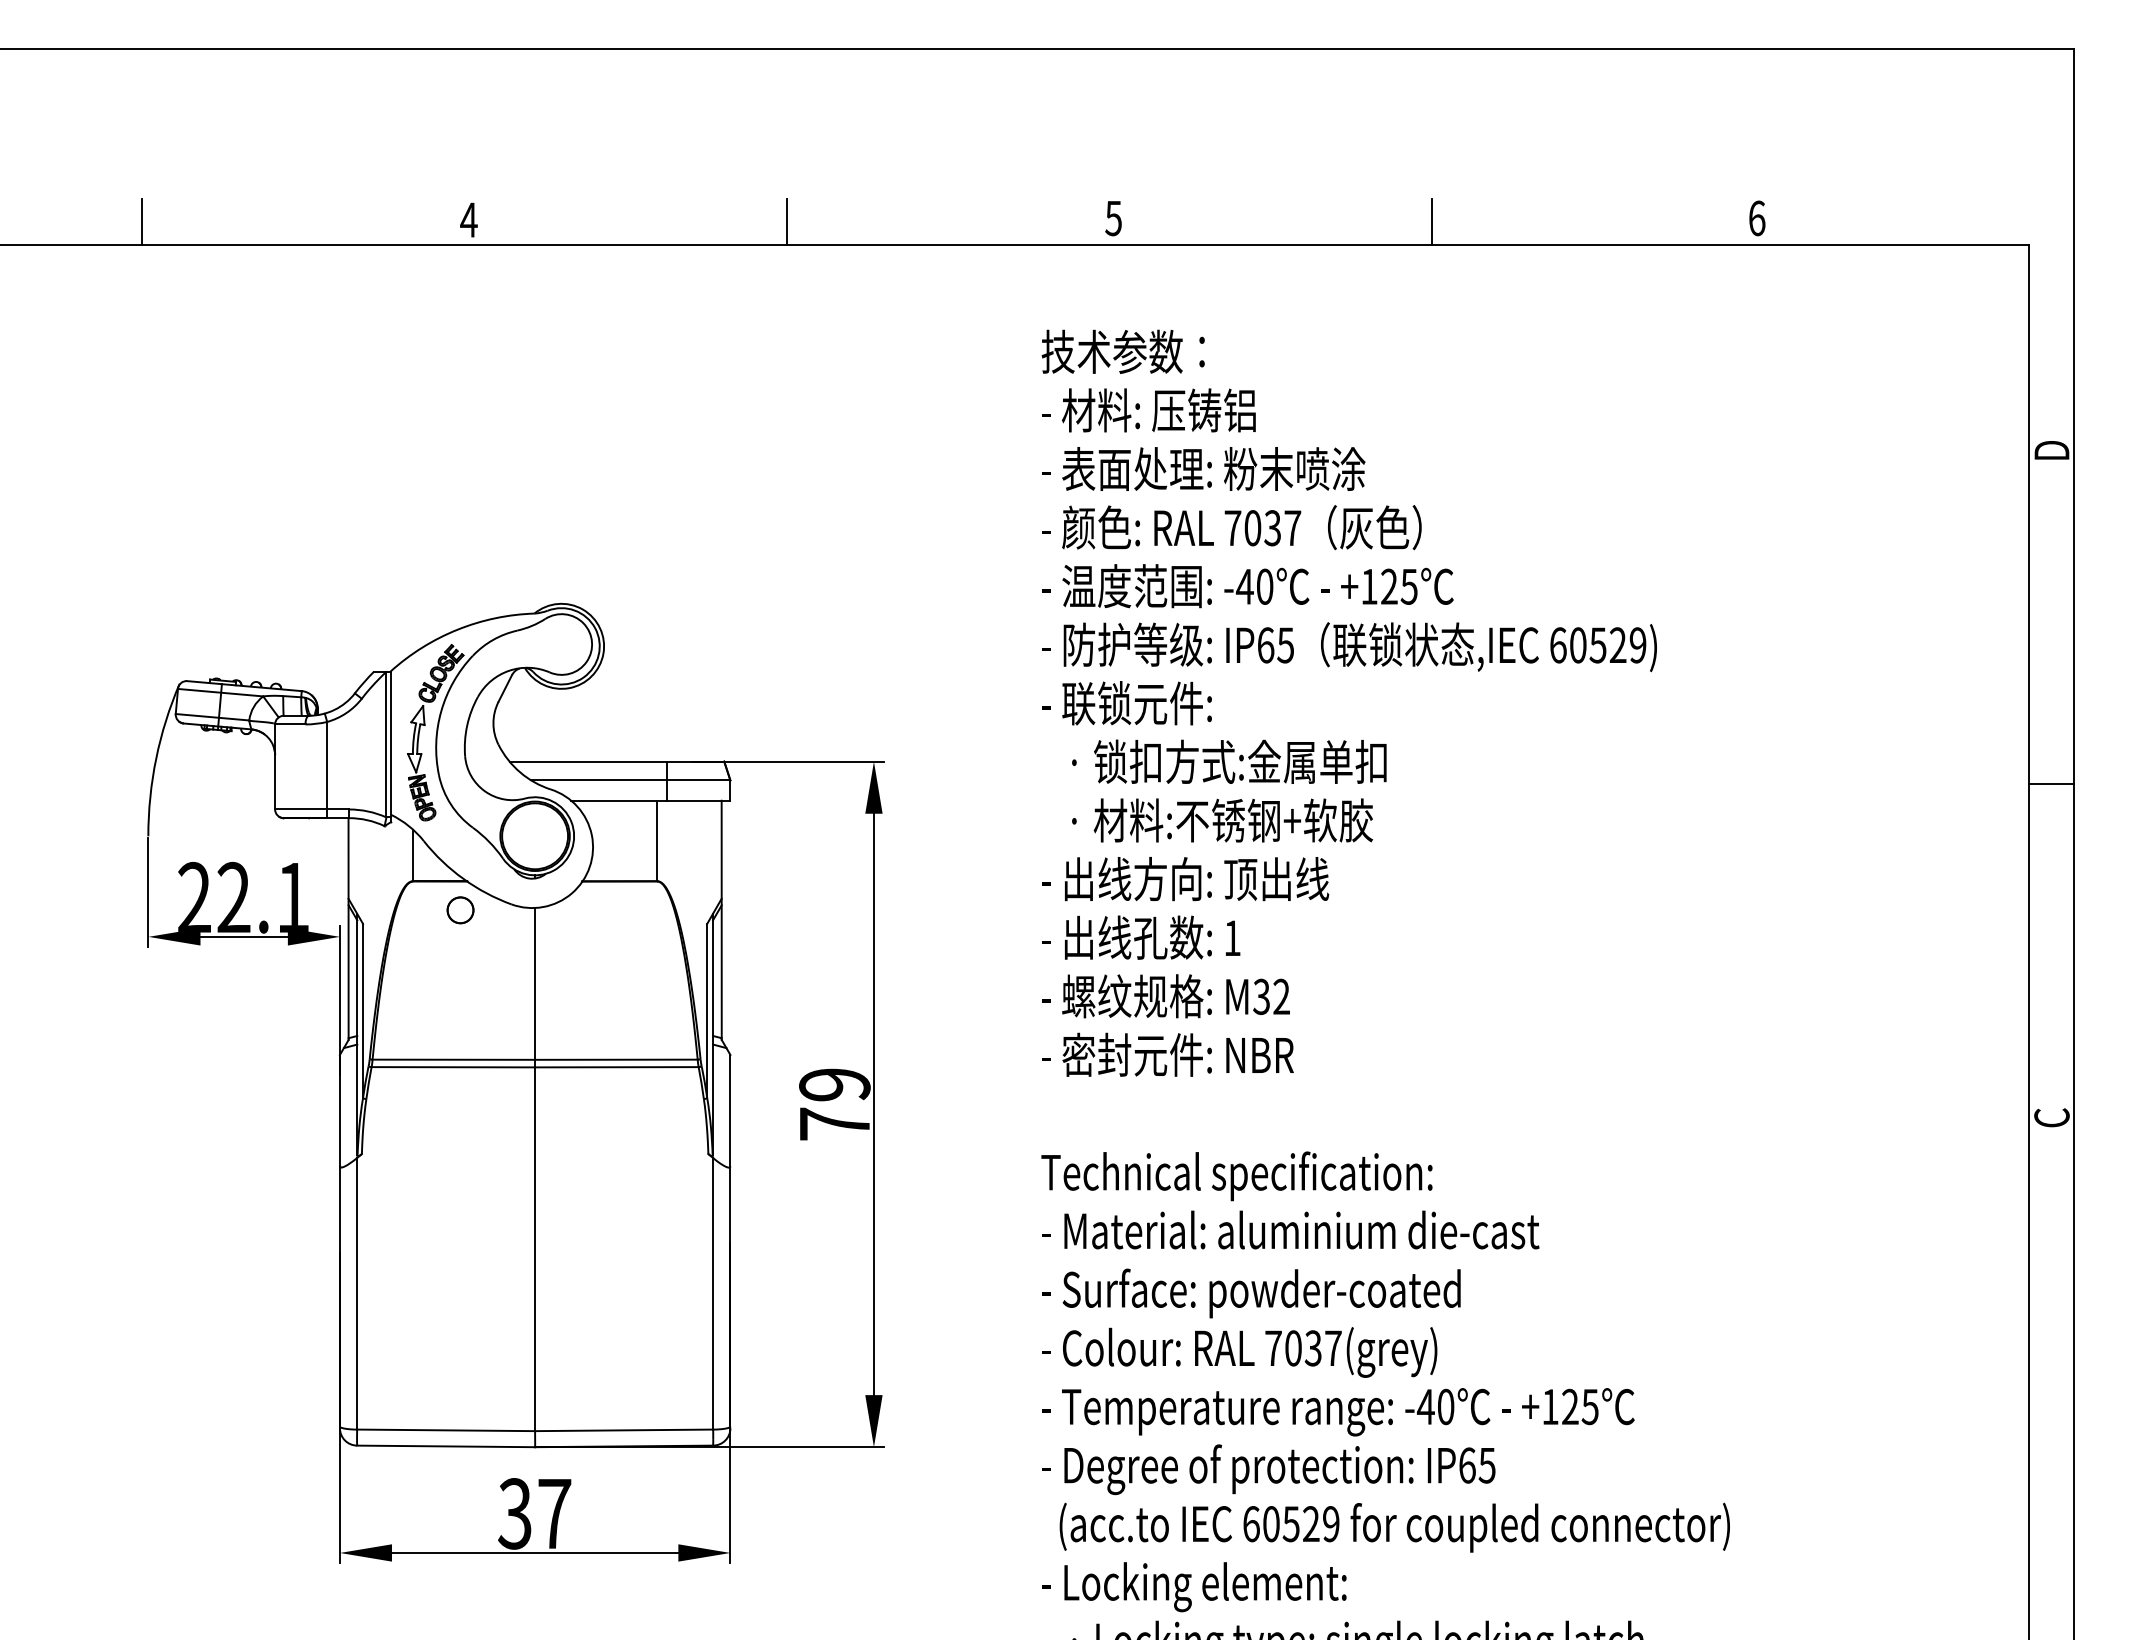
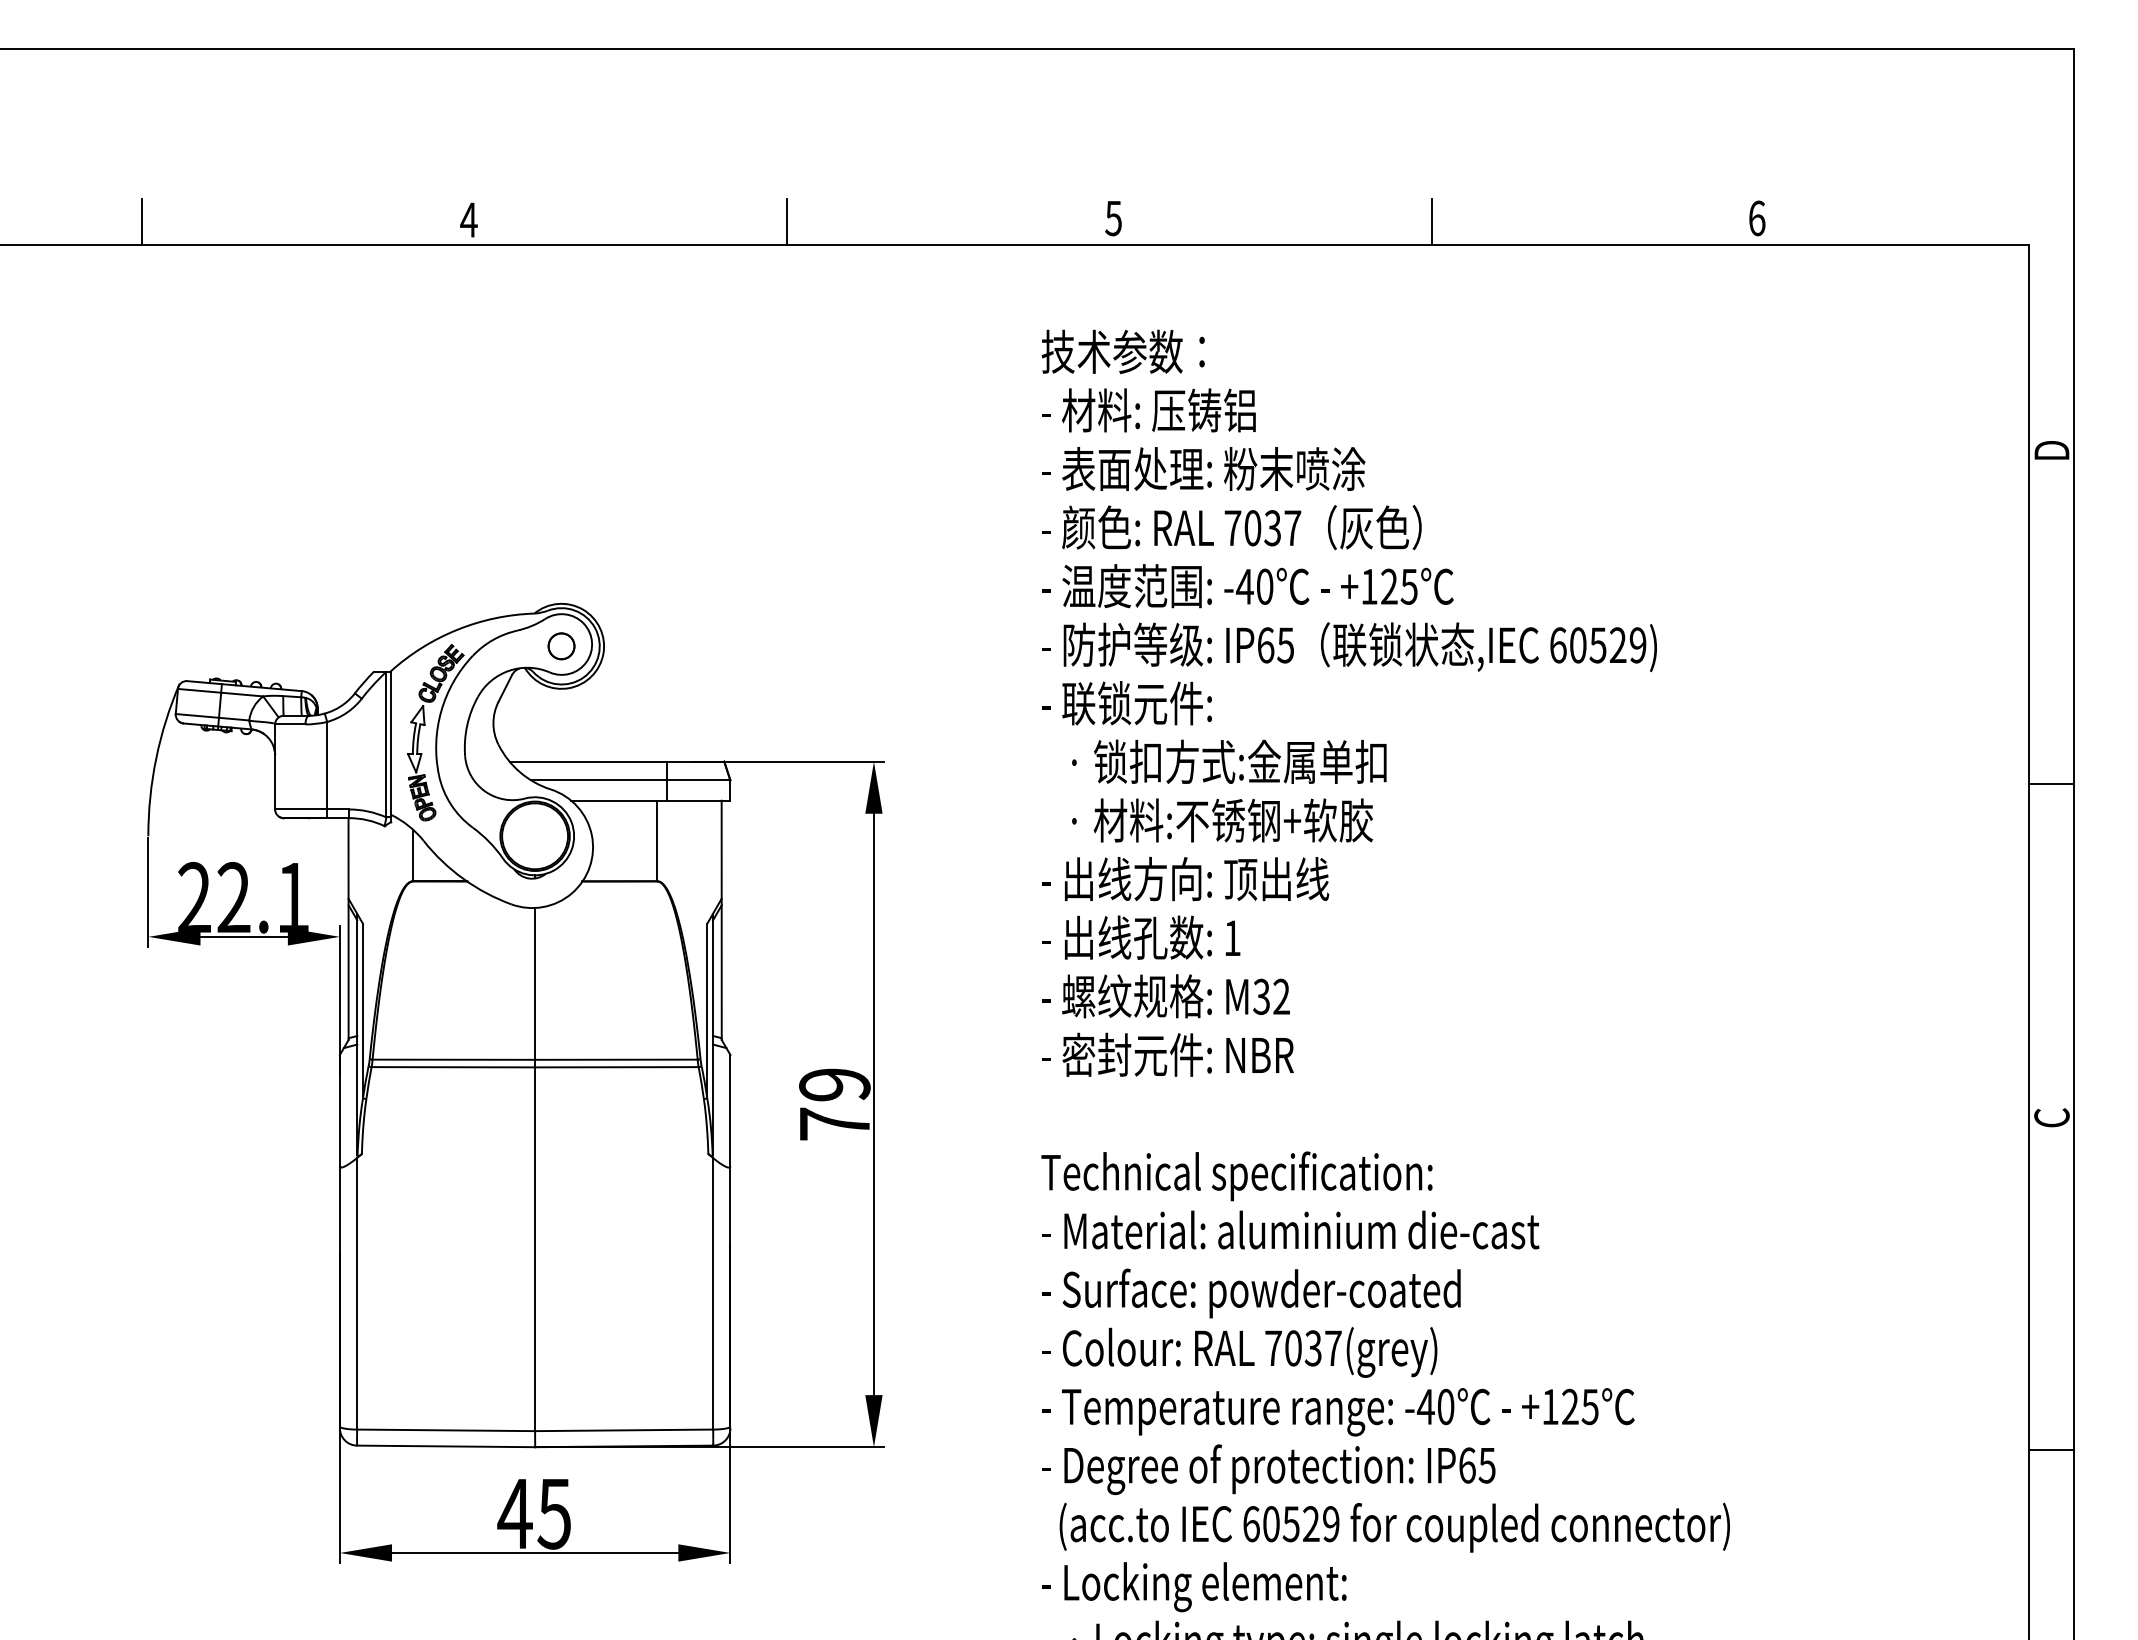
circle at (460, 910) position: (460, 910) -> (561, 646)
line at (2050, 1450): none -> present
text at (534, 1513): 37 -> 45
